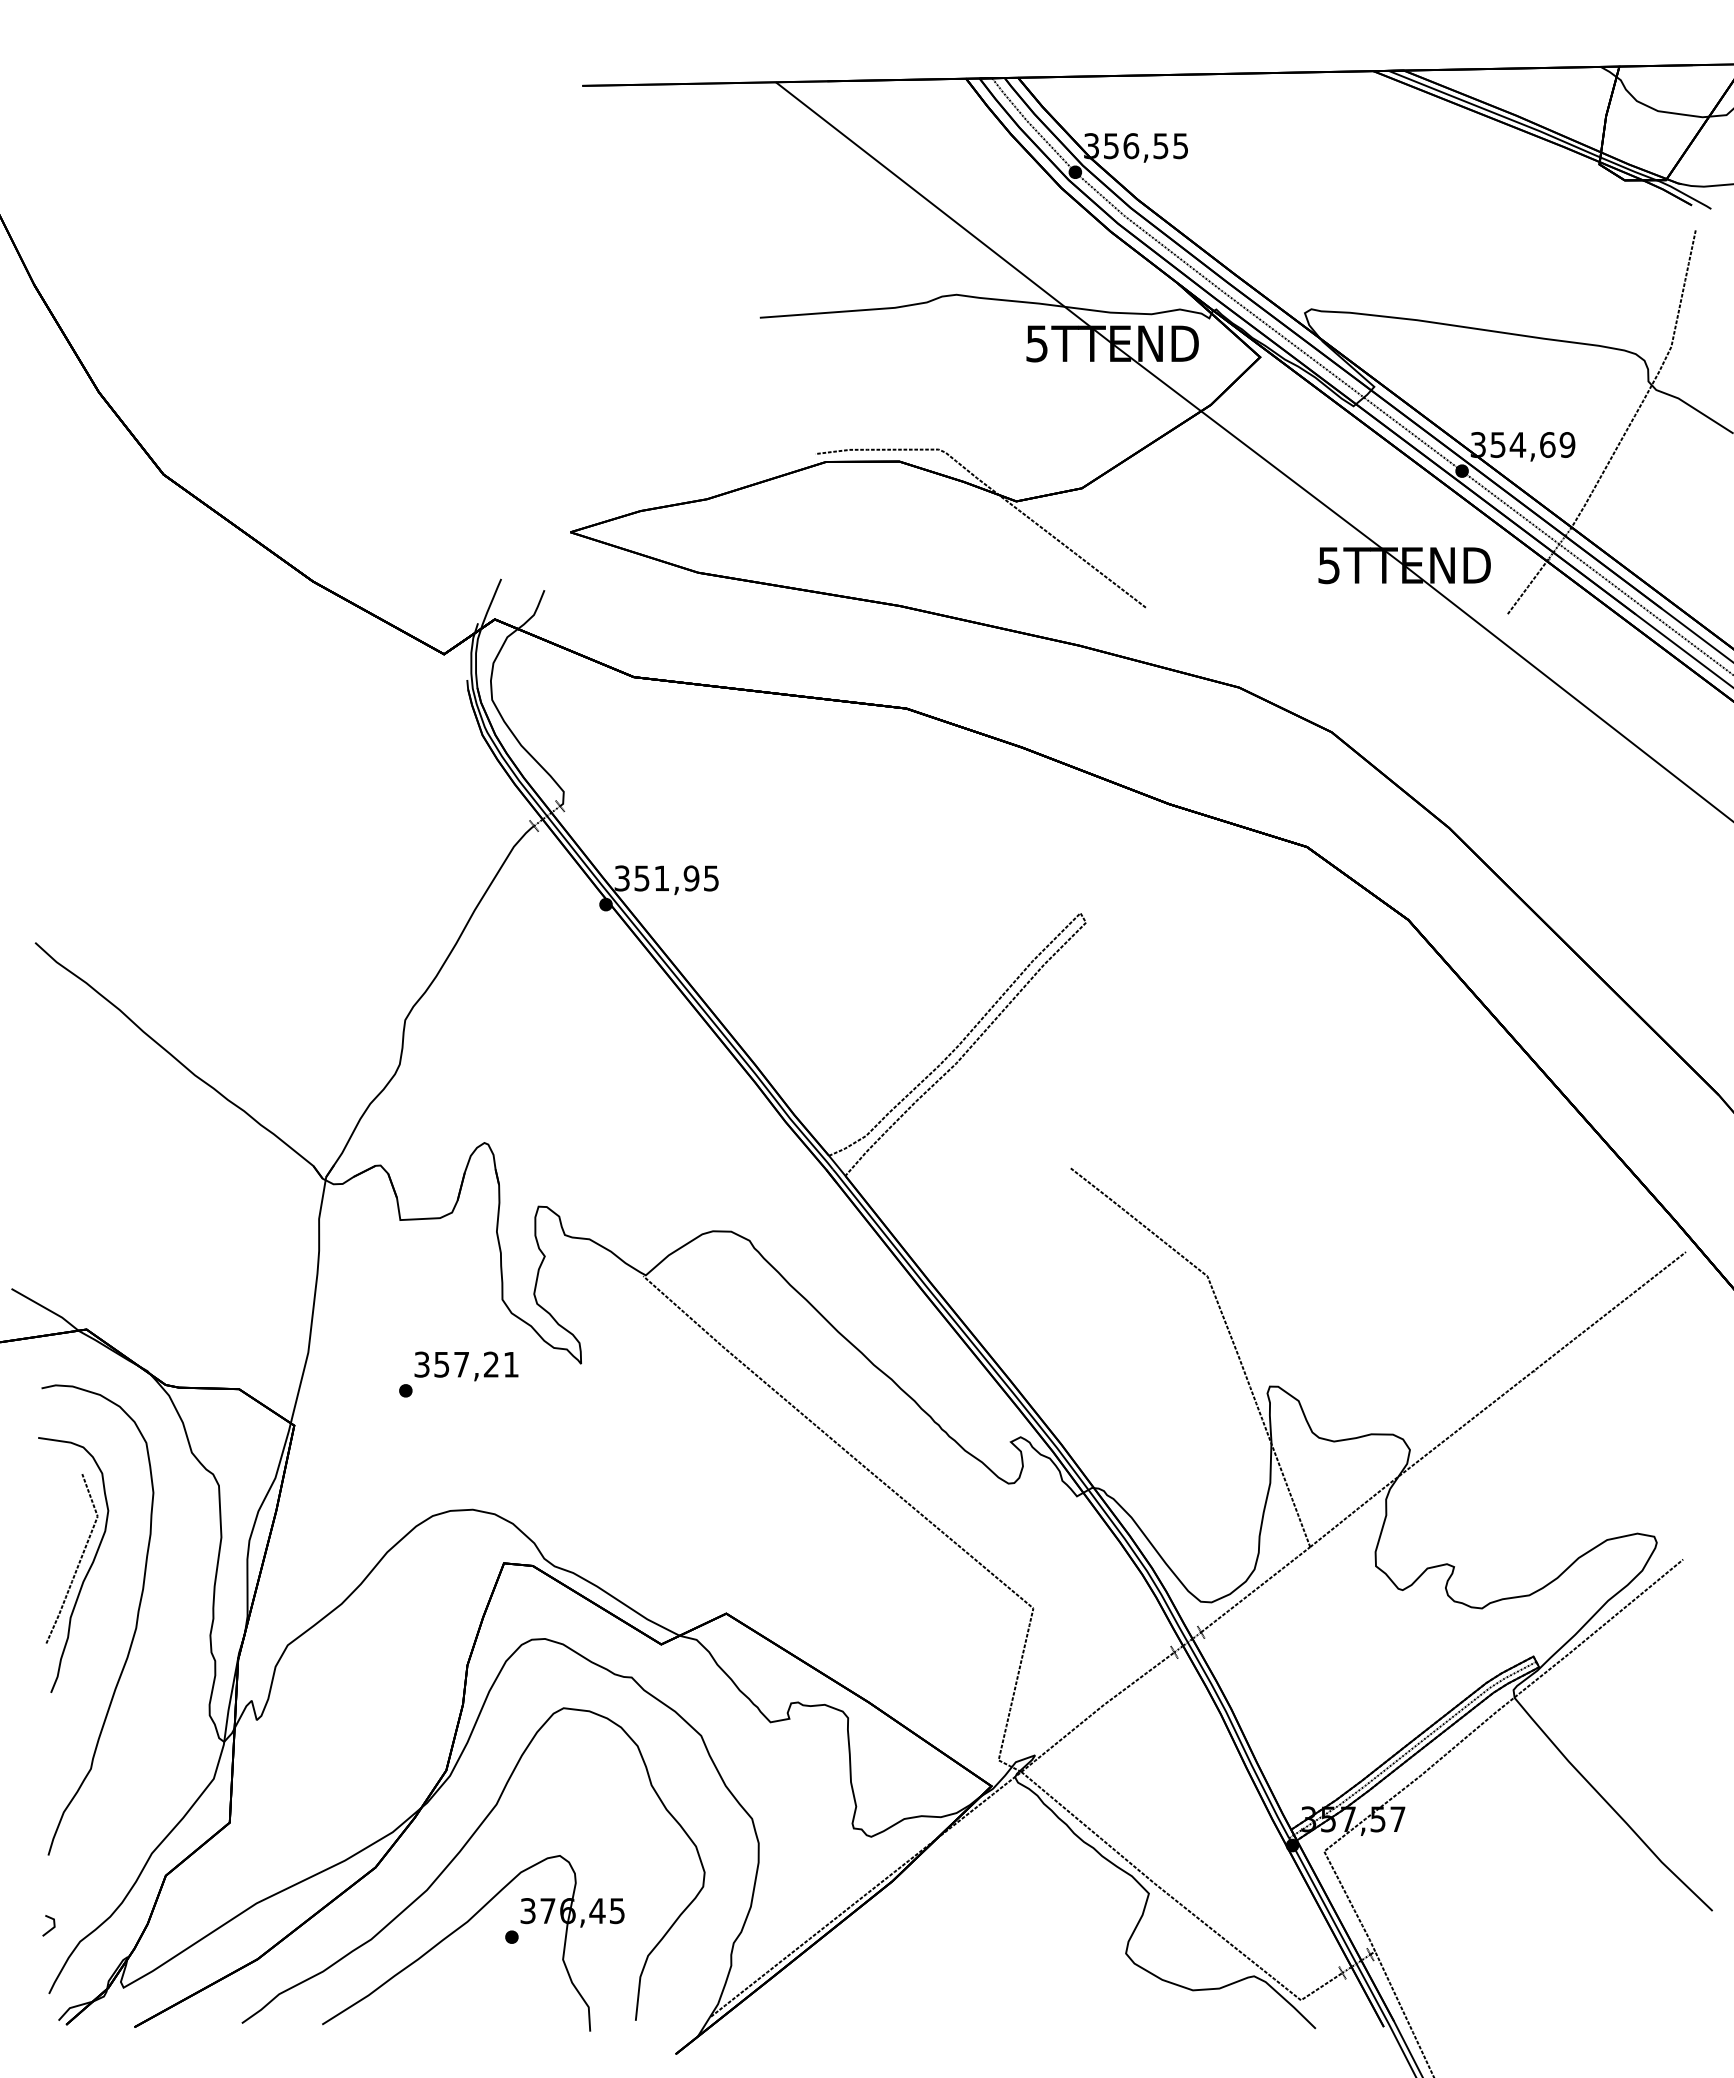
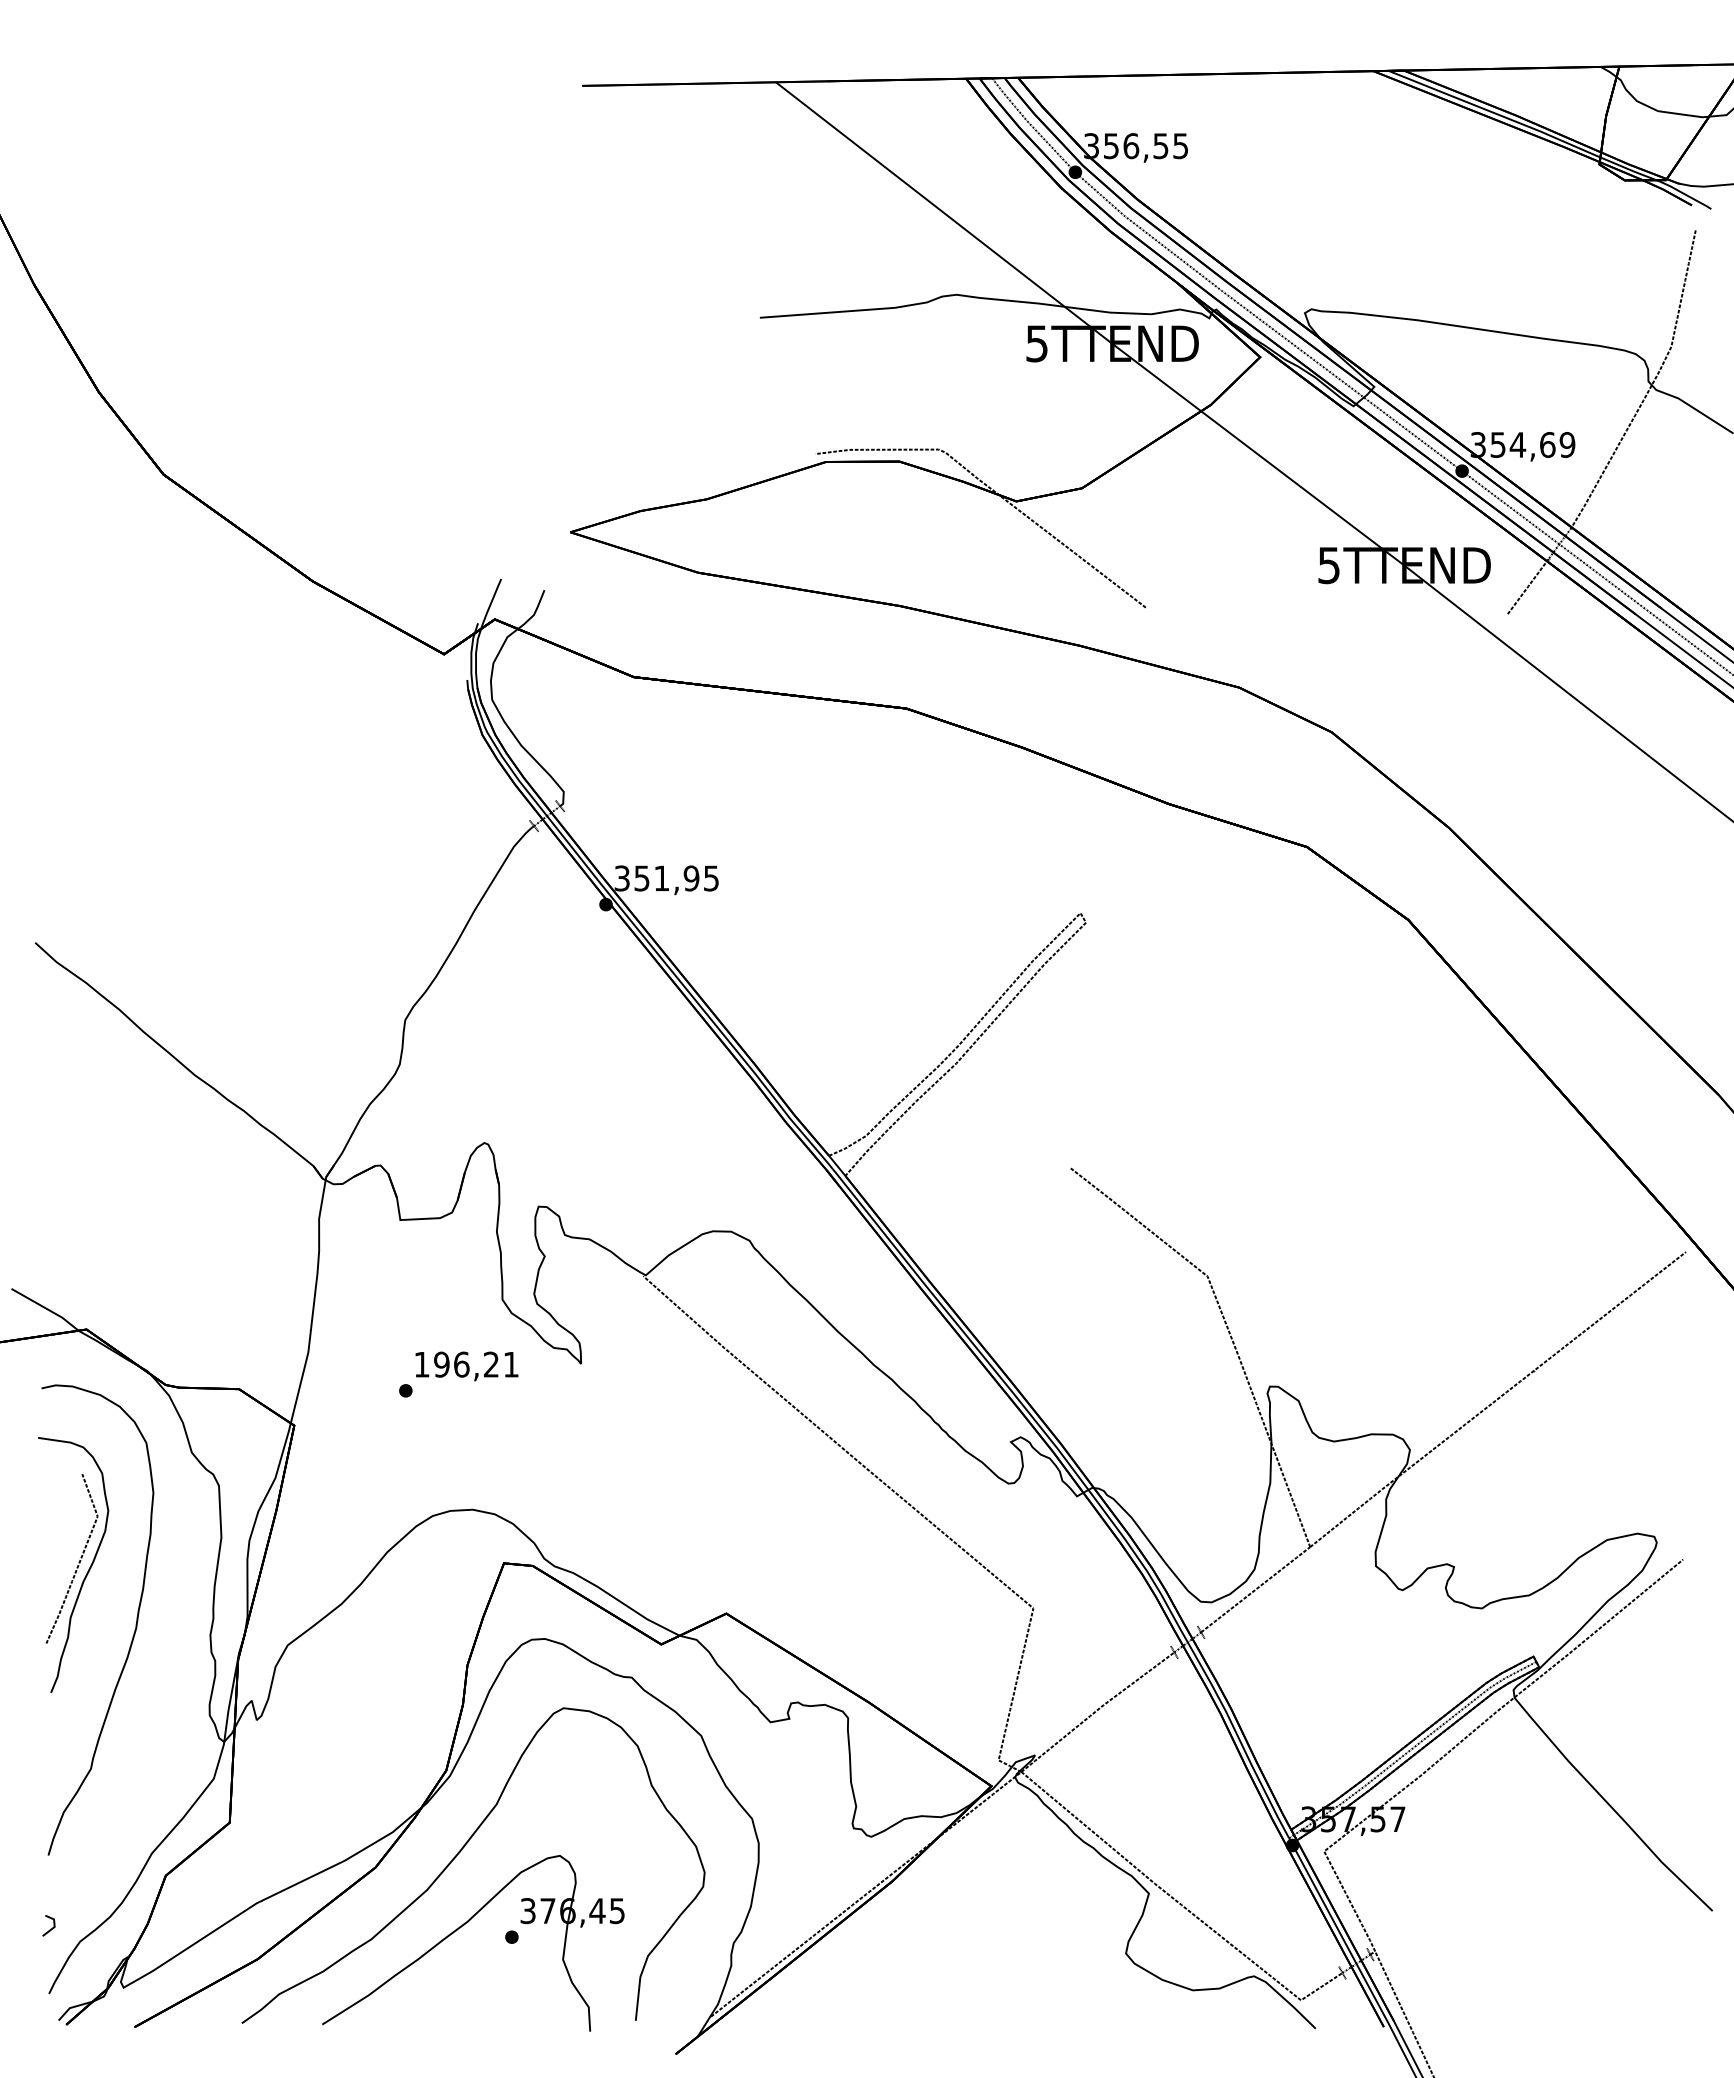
text at (441, 1364): 357,21 -> 196,21
